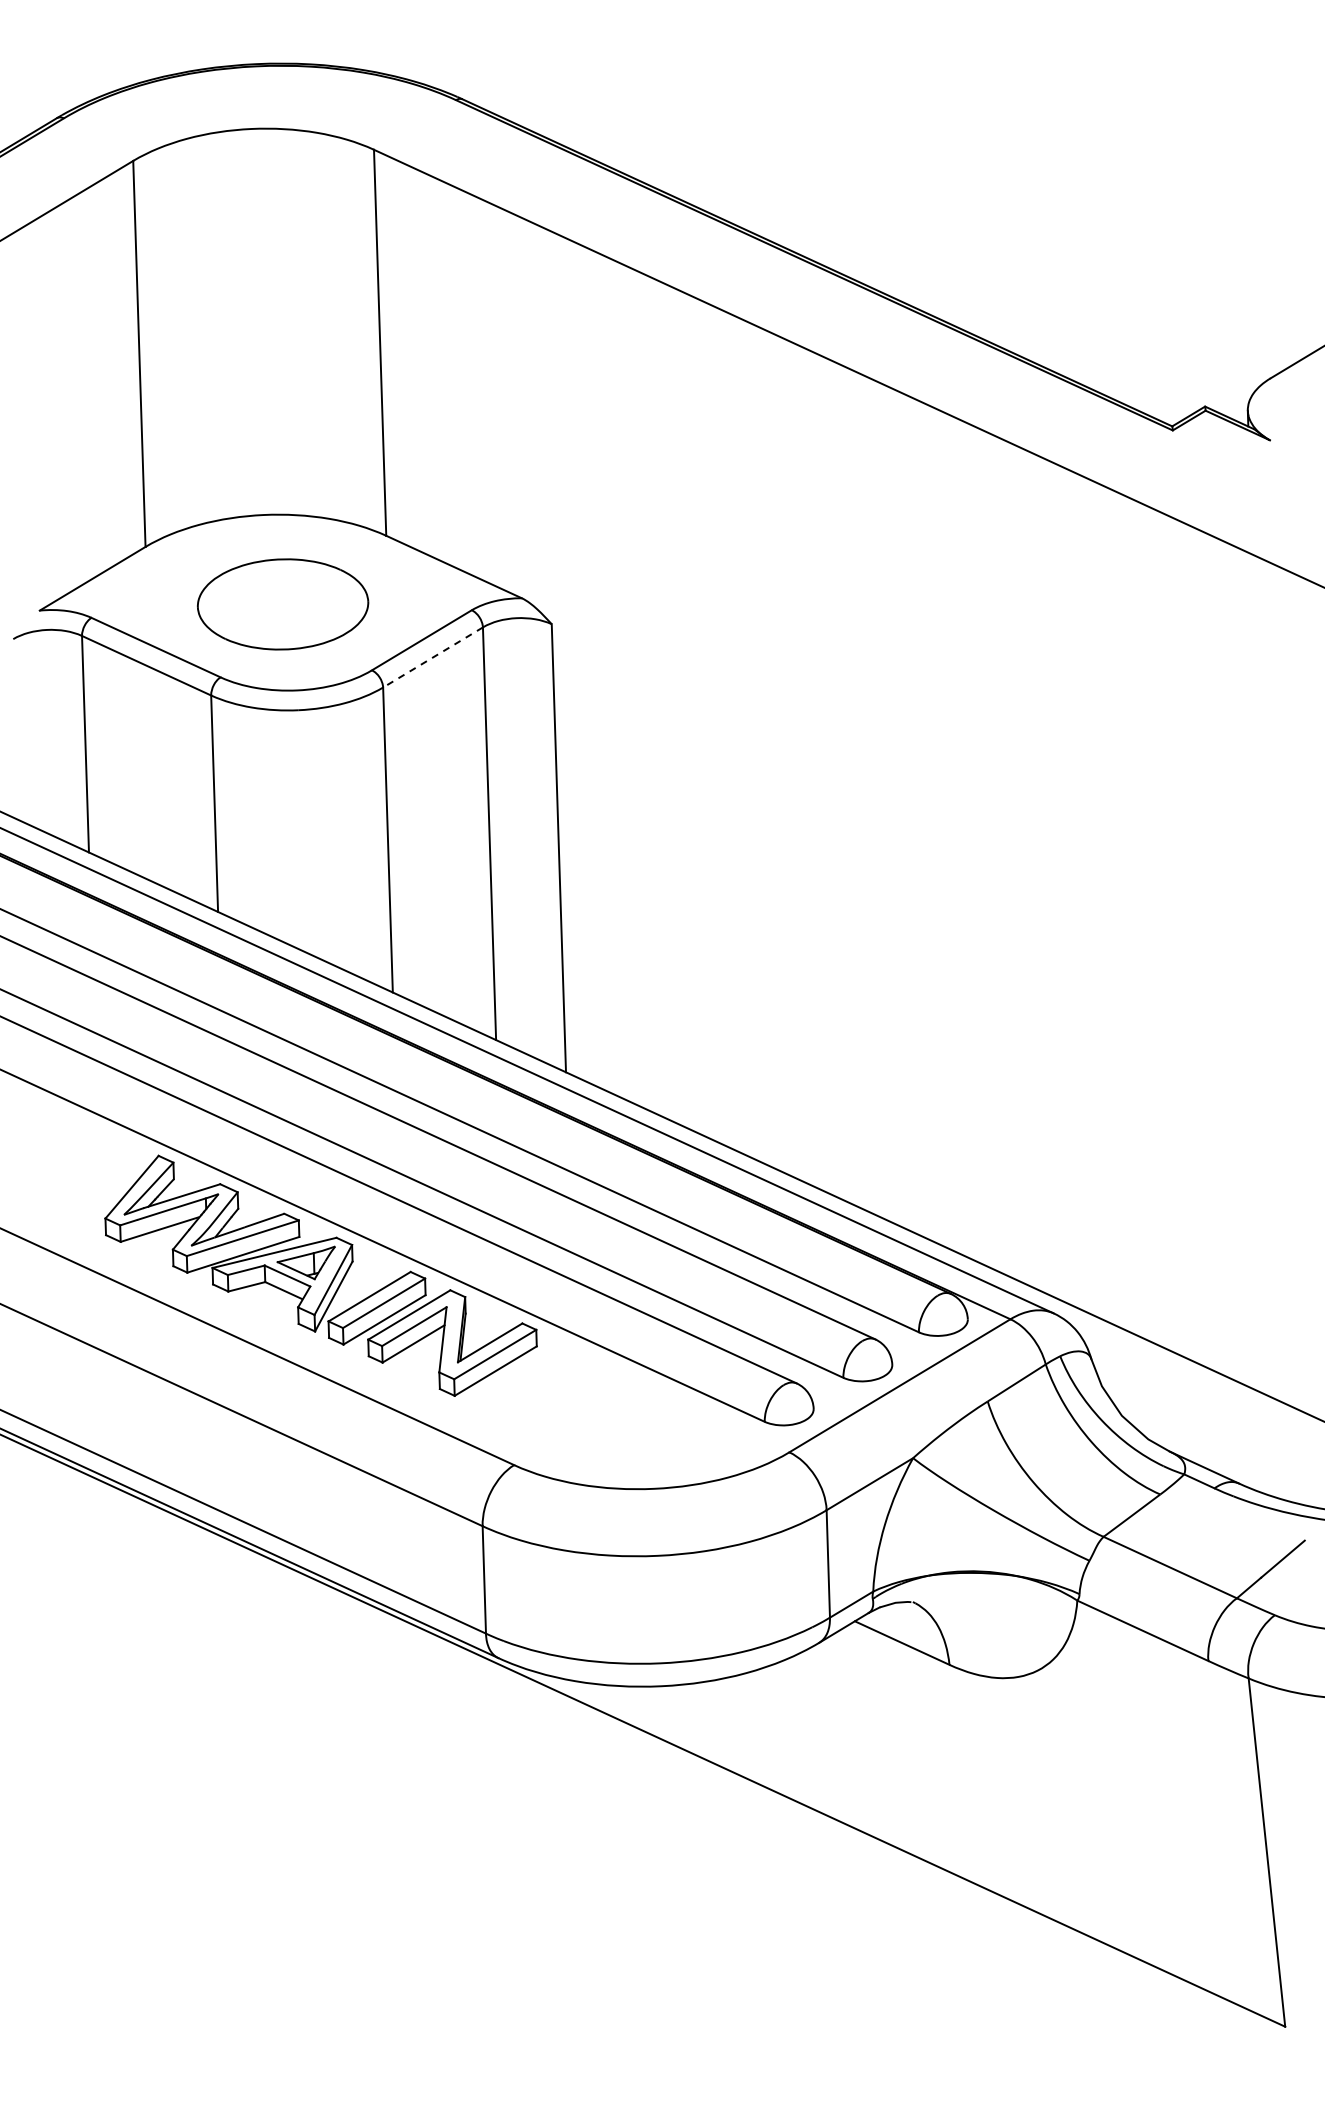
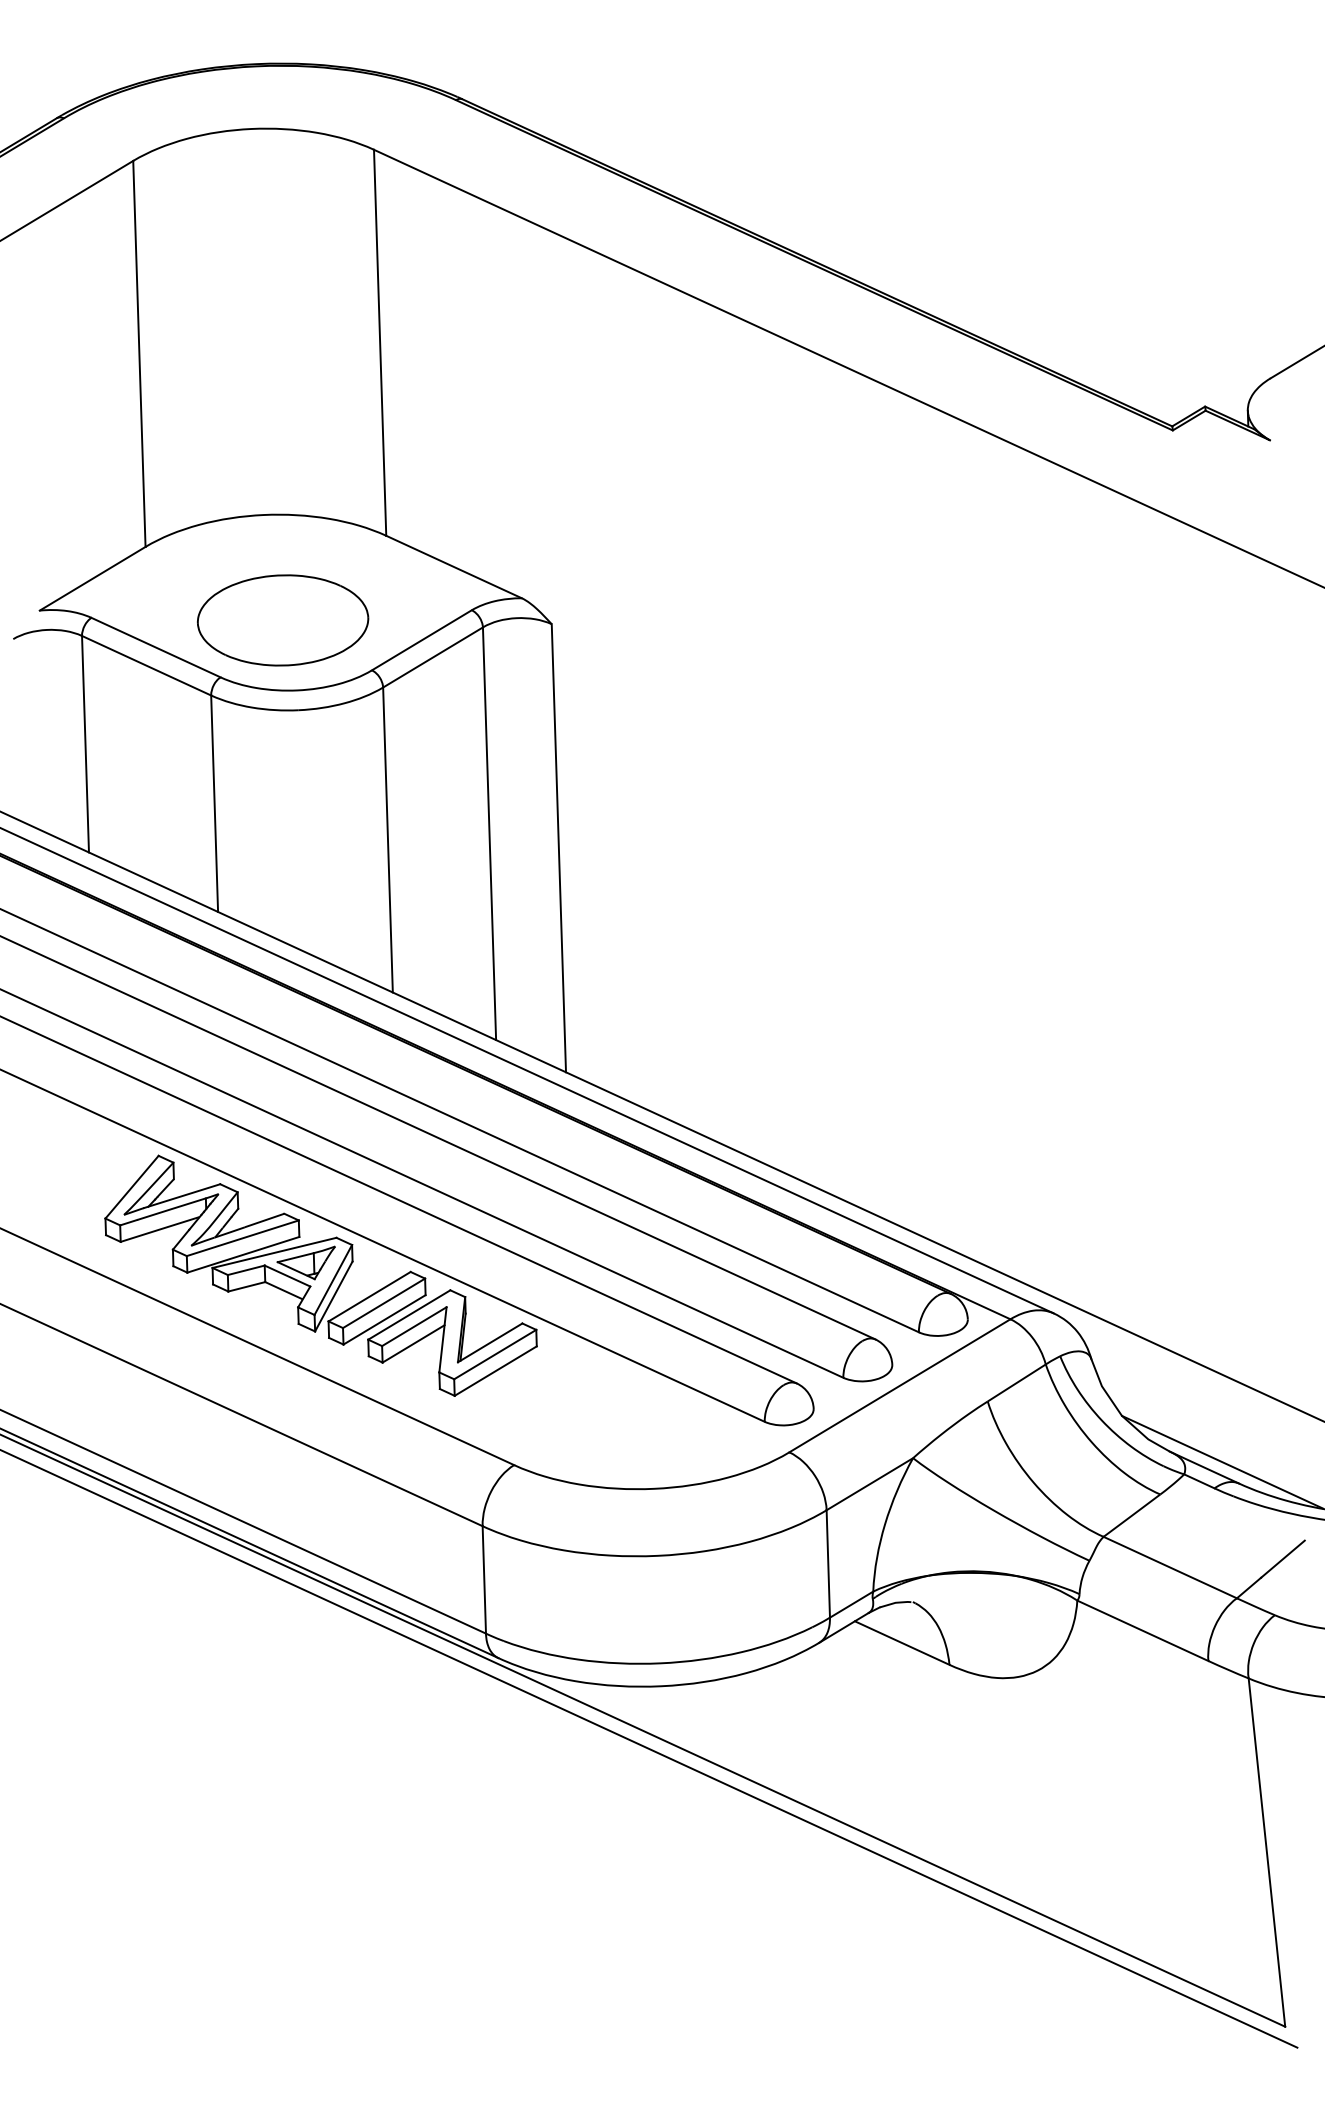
part at (283, 604) position: (283, 604) -> (283, 620)
line at (432, 657): dashed -> solid
line at (1221, 1461): none -> present
line at (649, 1748): none -> present
